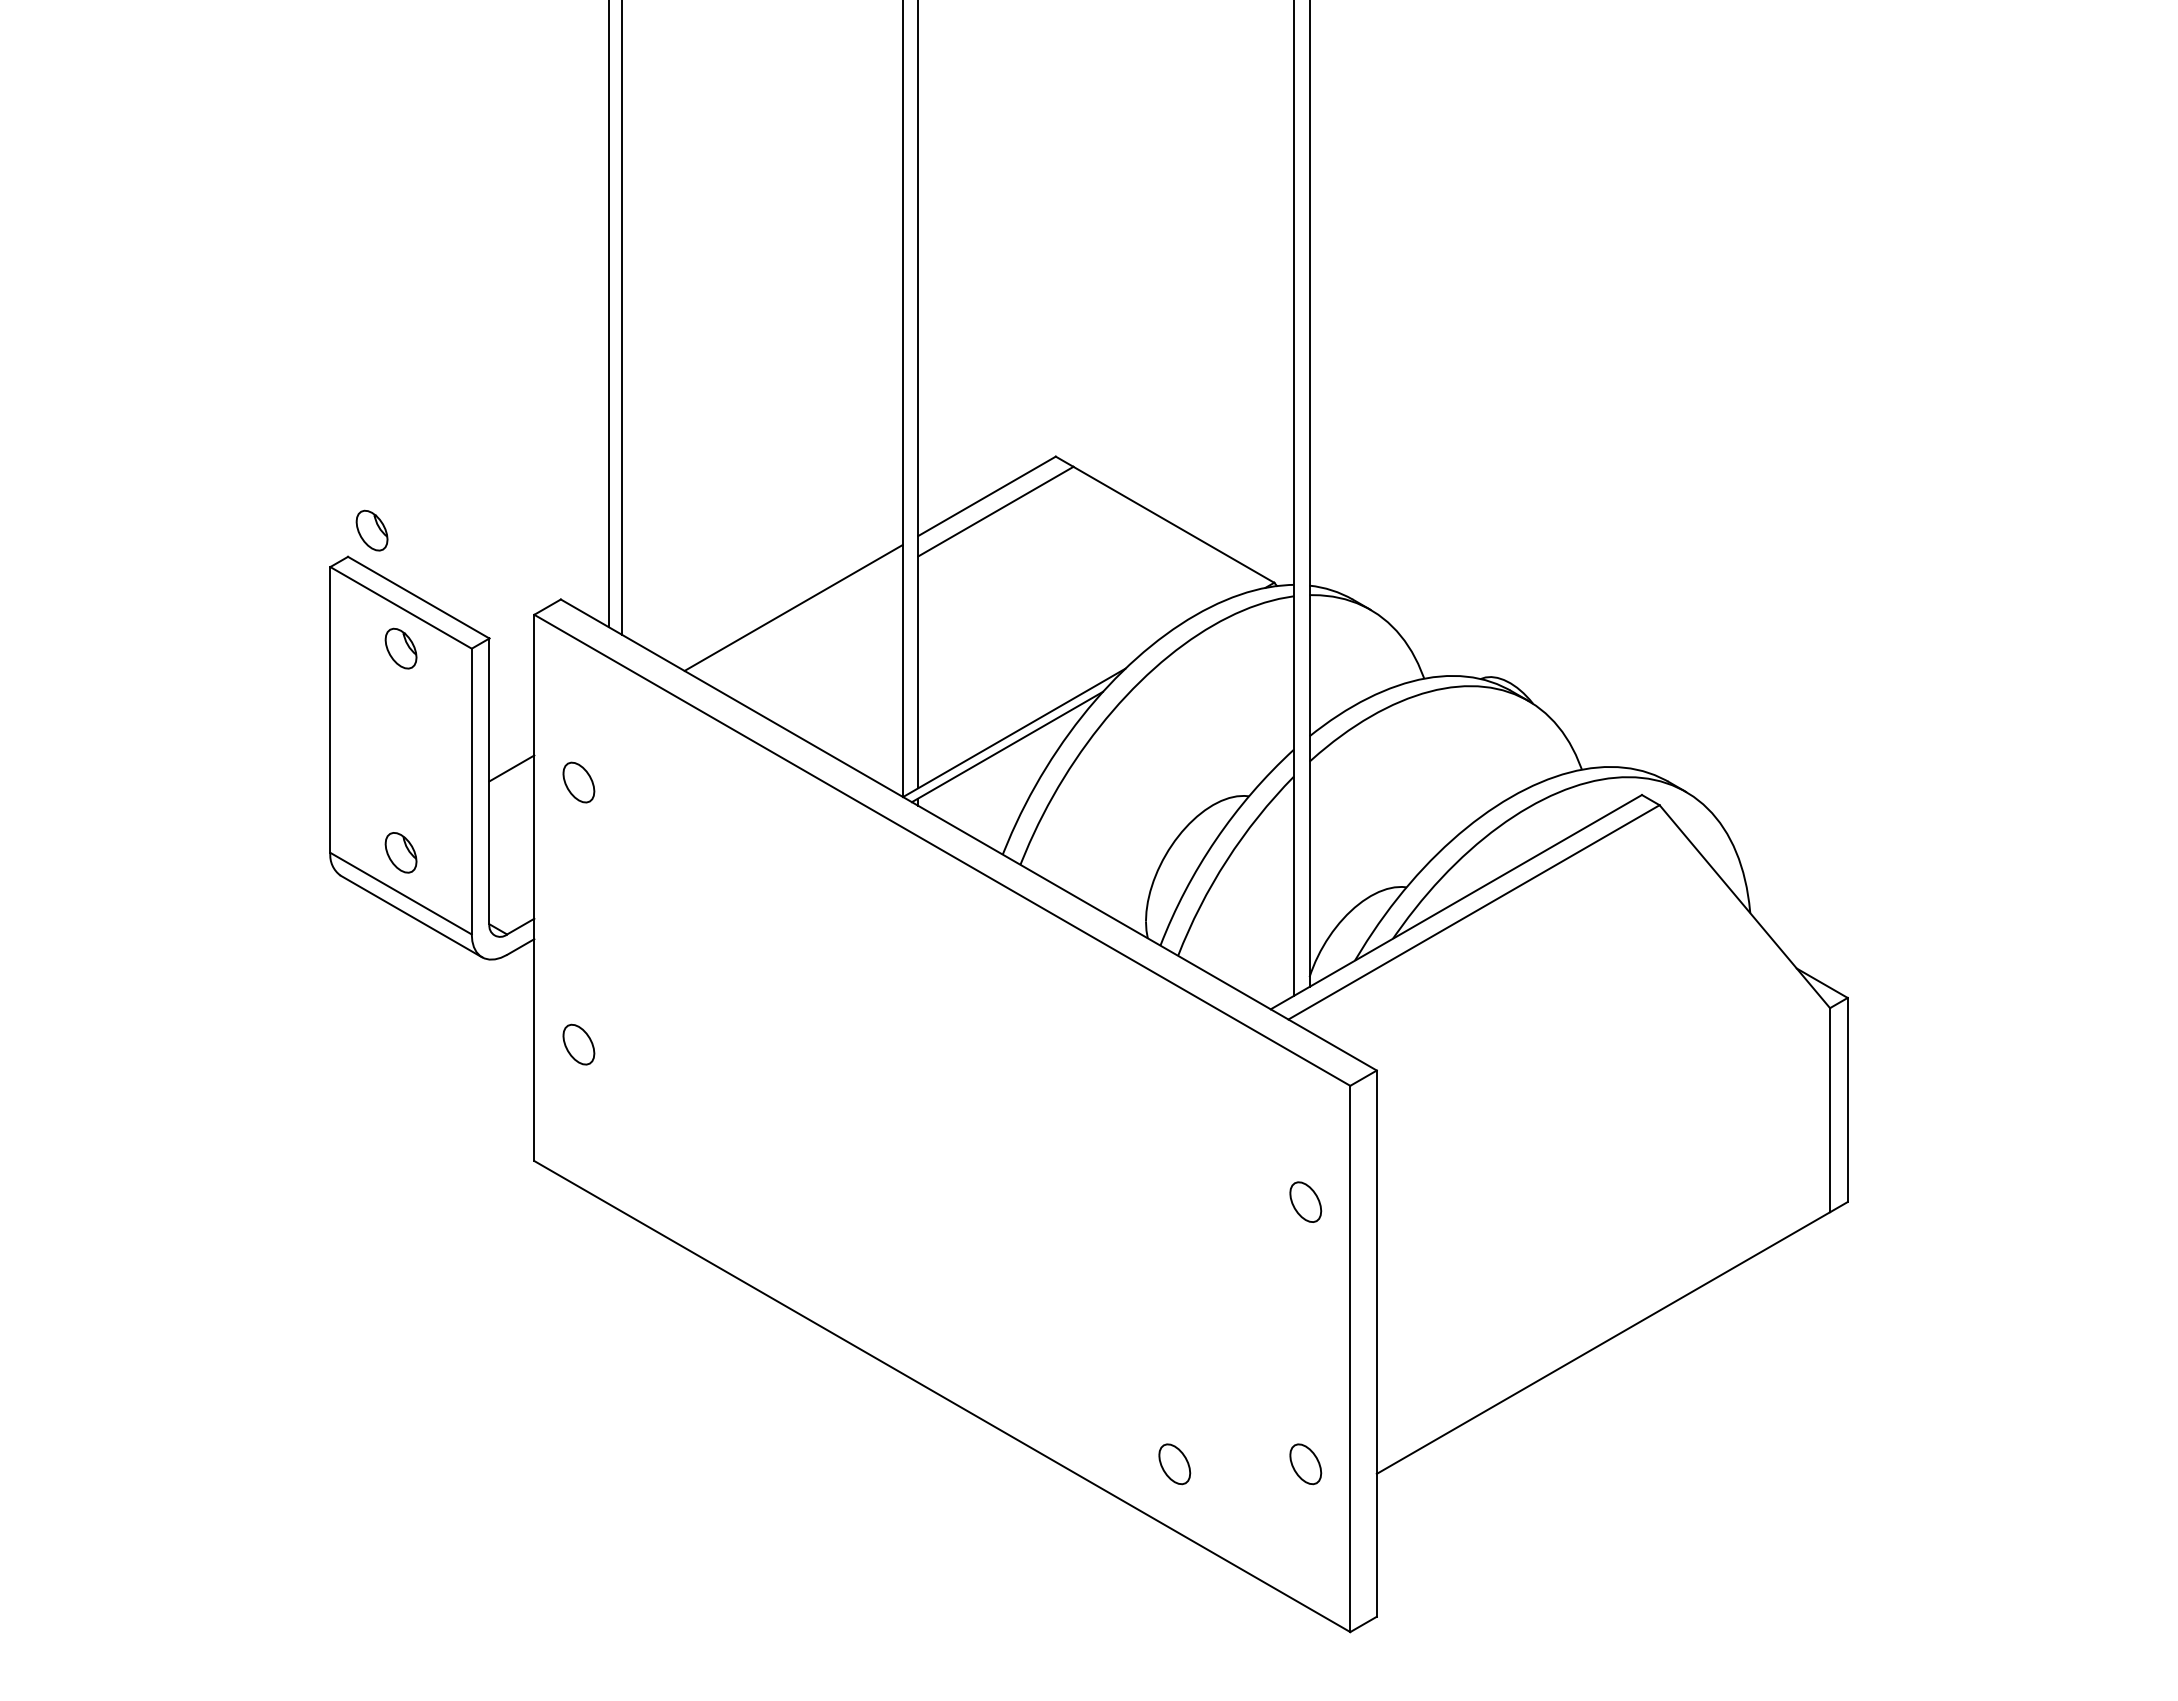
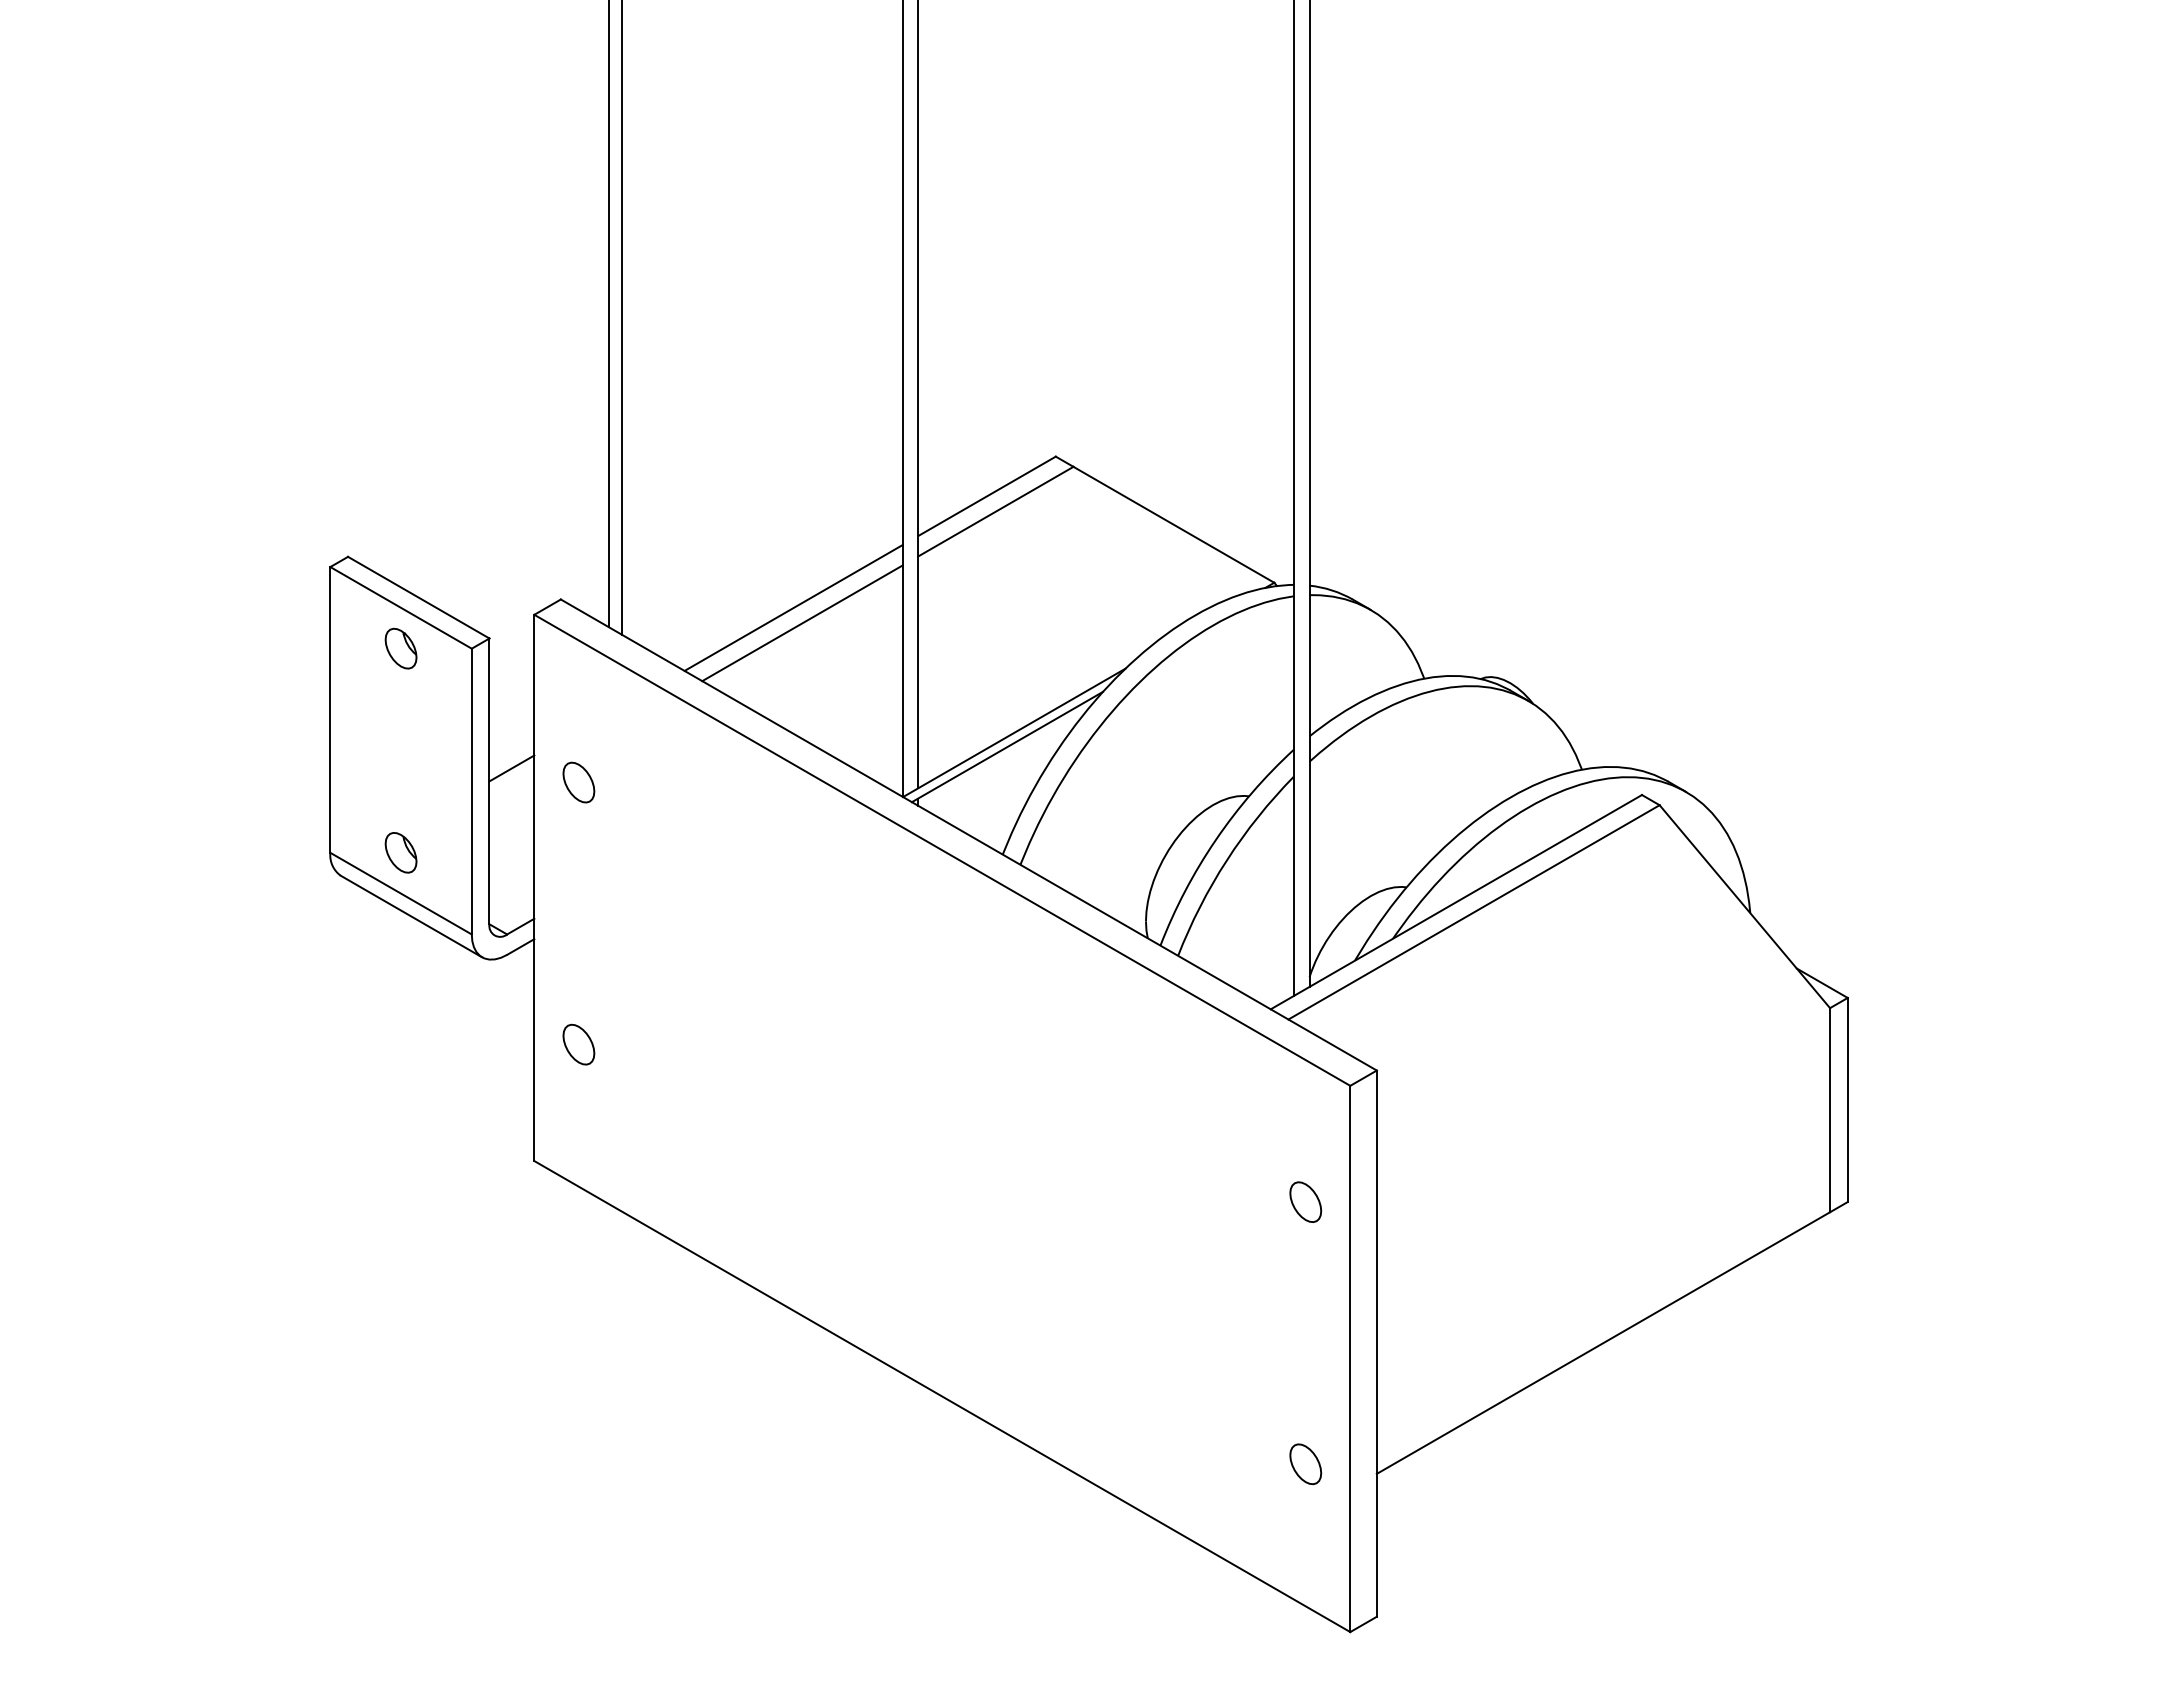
part at (371, 530): present -> none
line at (802, 623): none -> present
part at (1174, 1464): present -> none
